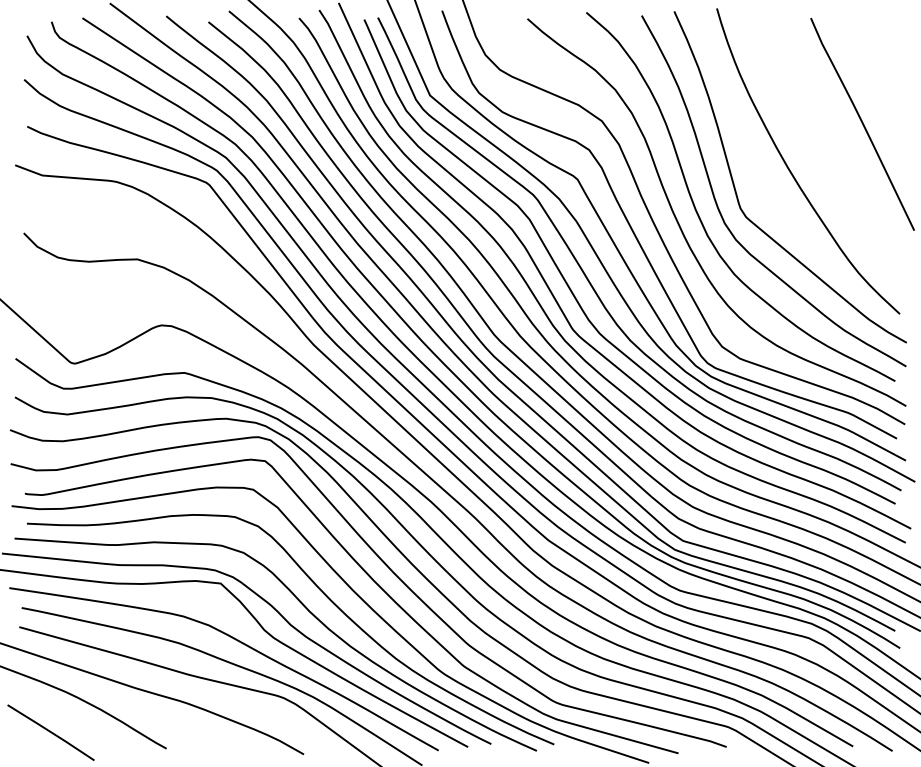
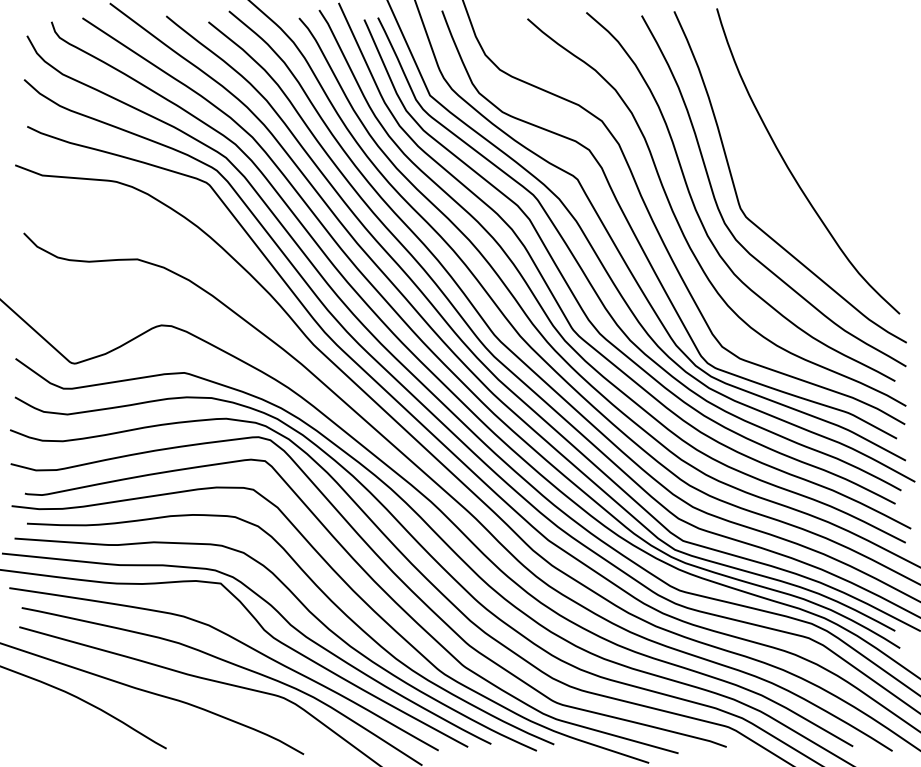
curve at (862, 124): present -> none
line at (50, 732): present -> none
